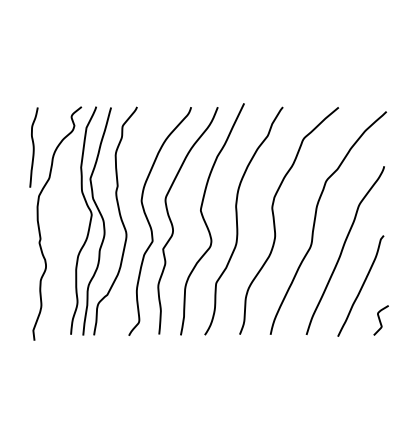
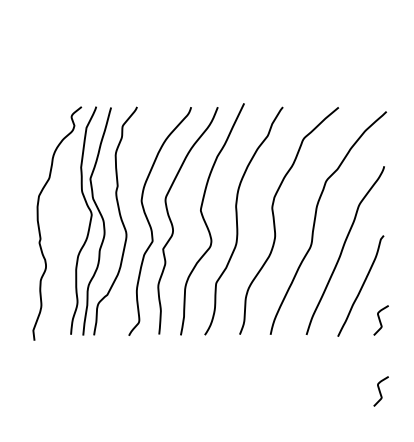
curve at (33, 147): present -> none
curve at (380, 391): none -> present
